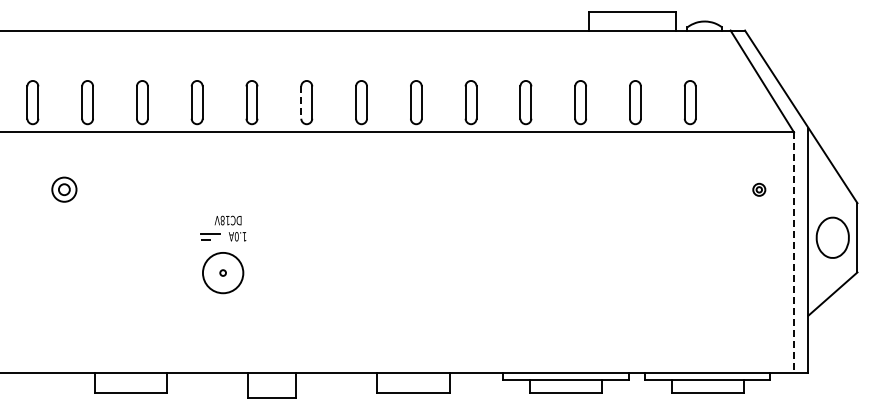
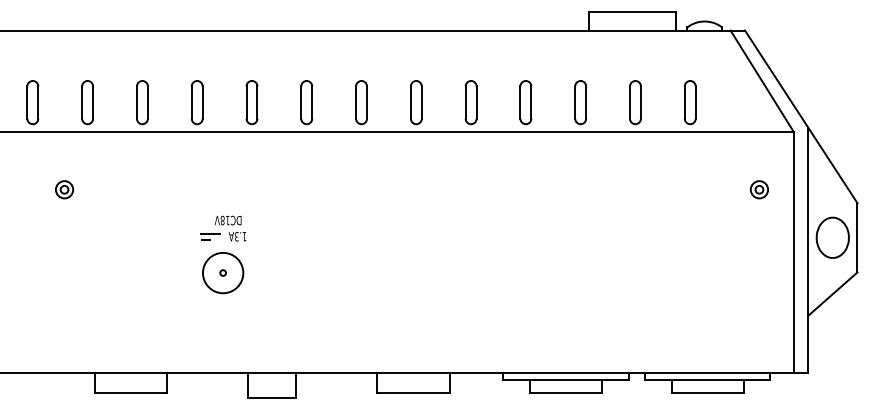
line at (301, 103): dashed -> solid
part at (64, 189) size: 27x27 px -> 20x20 px
part at (759, 189) size: 15x15 px -> 20x20 px
text at (236, 236): 1.0A -> 1.3A
line at (794, 253): dashed -> solid
